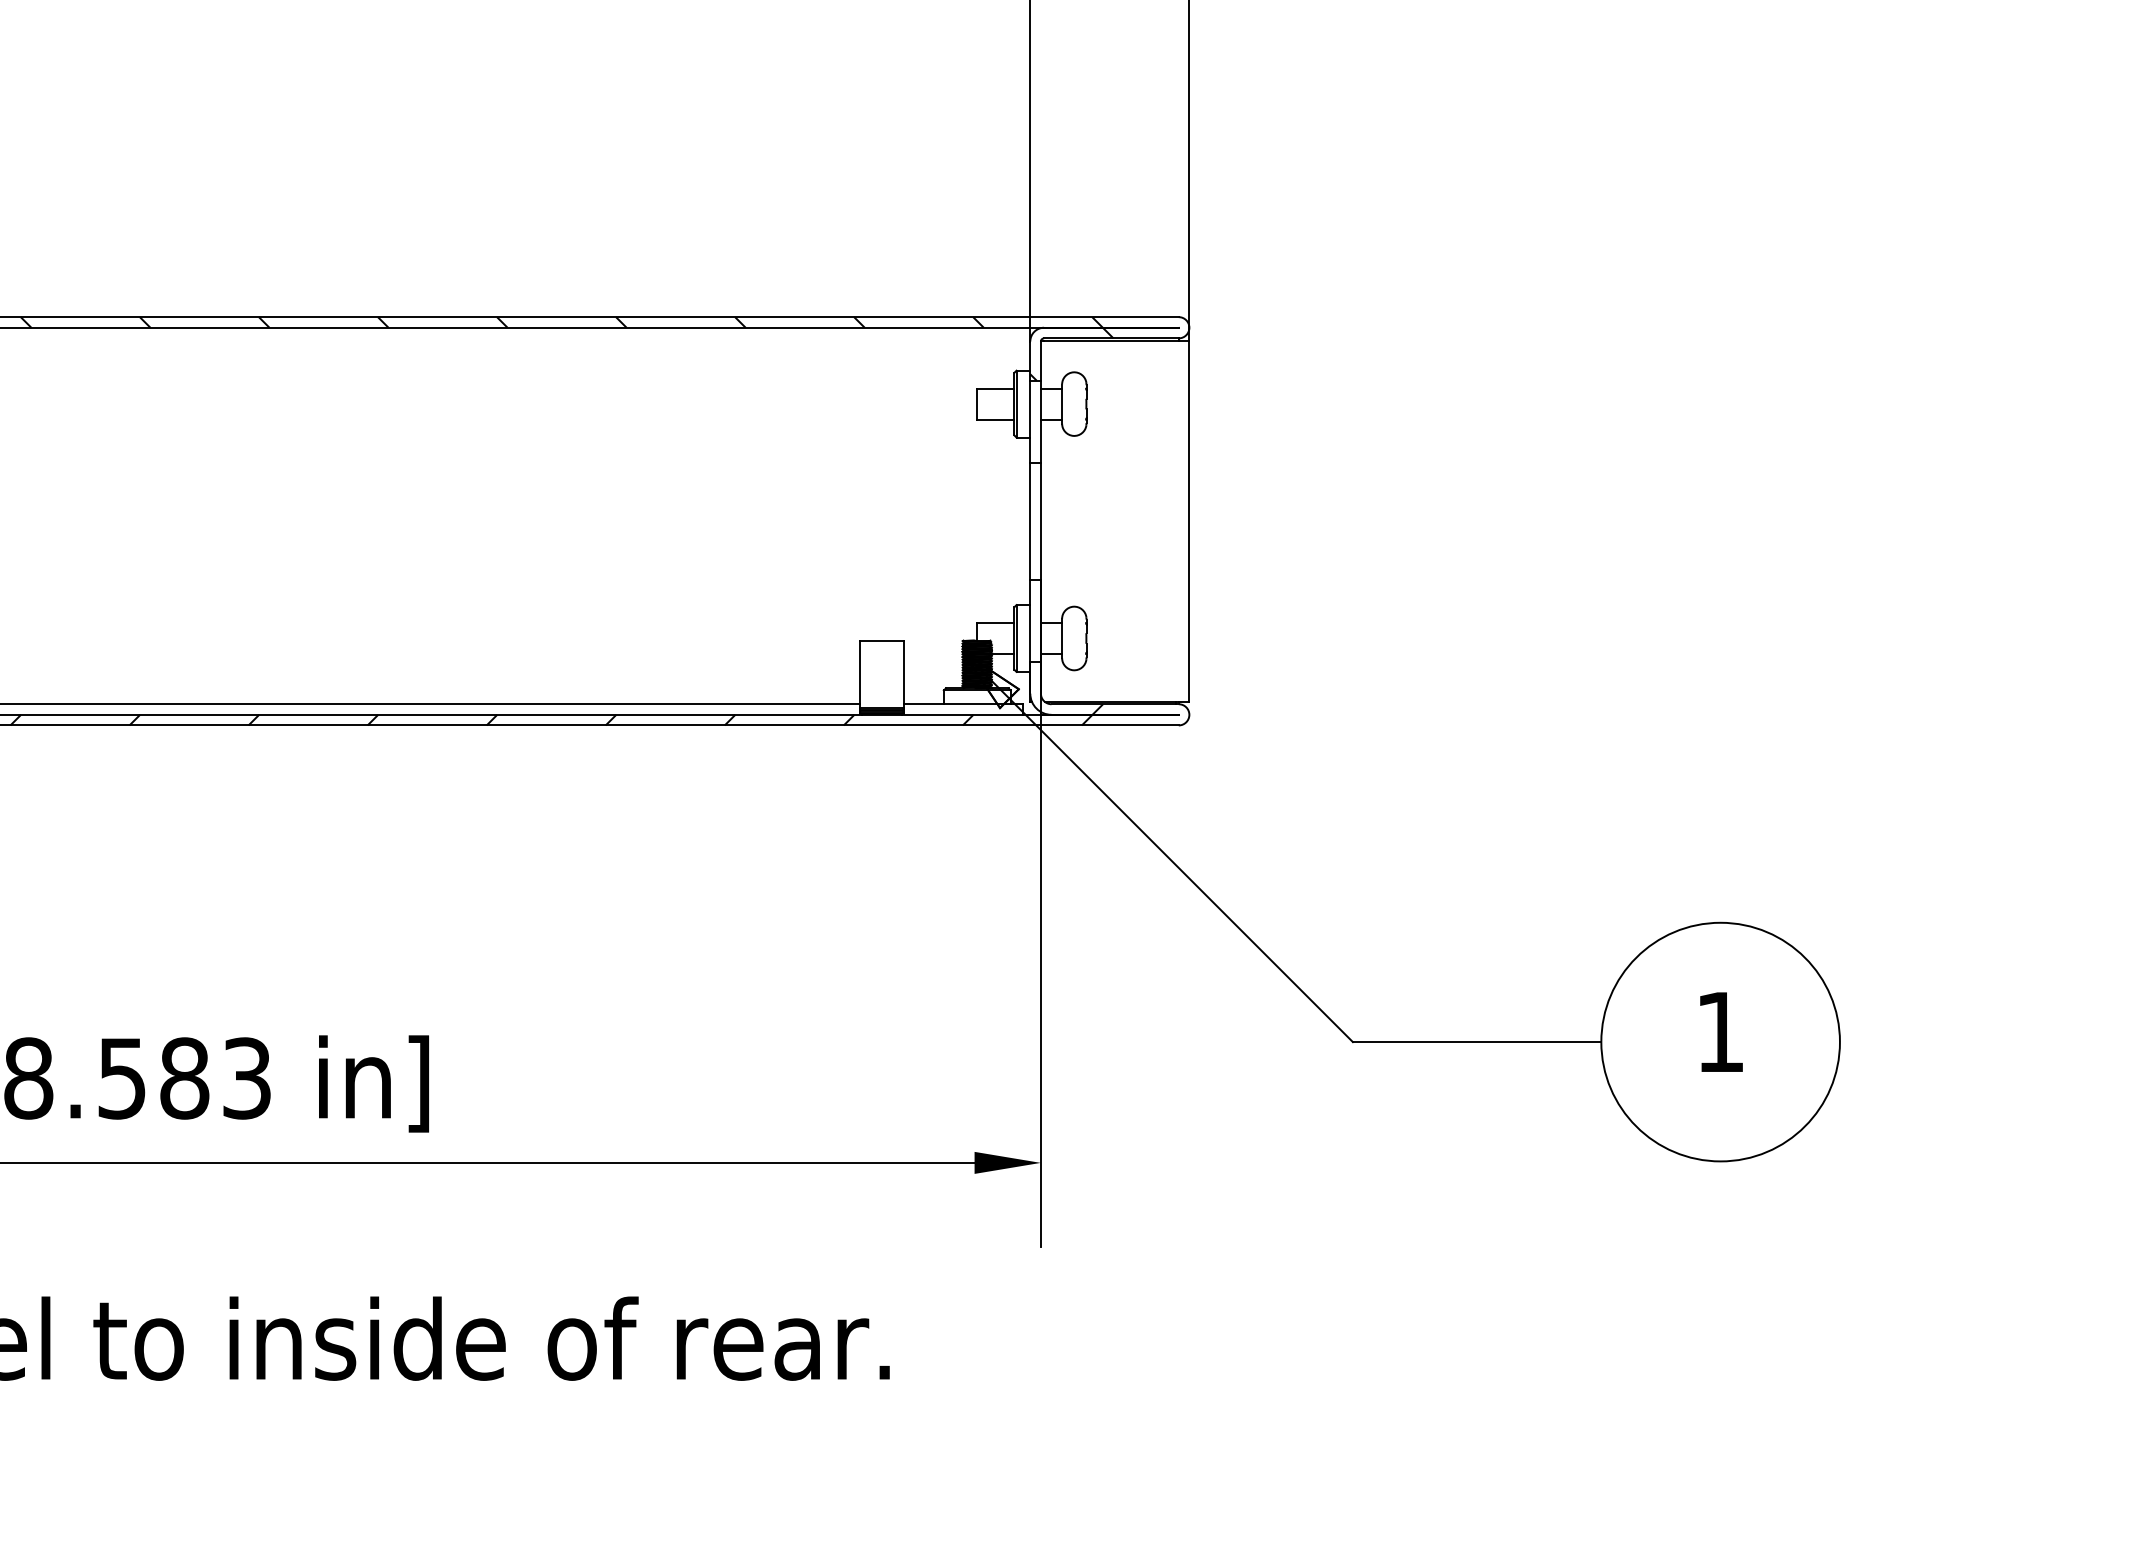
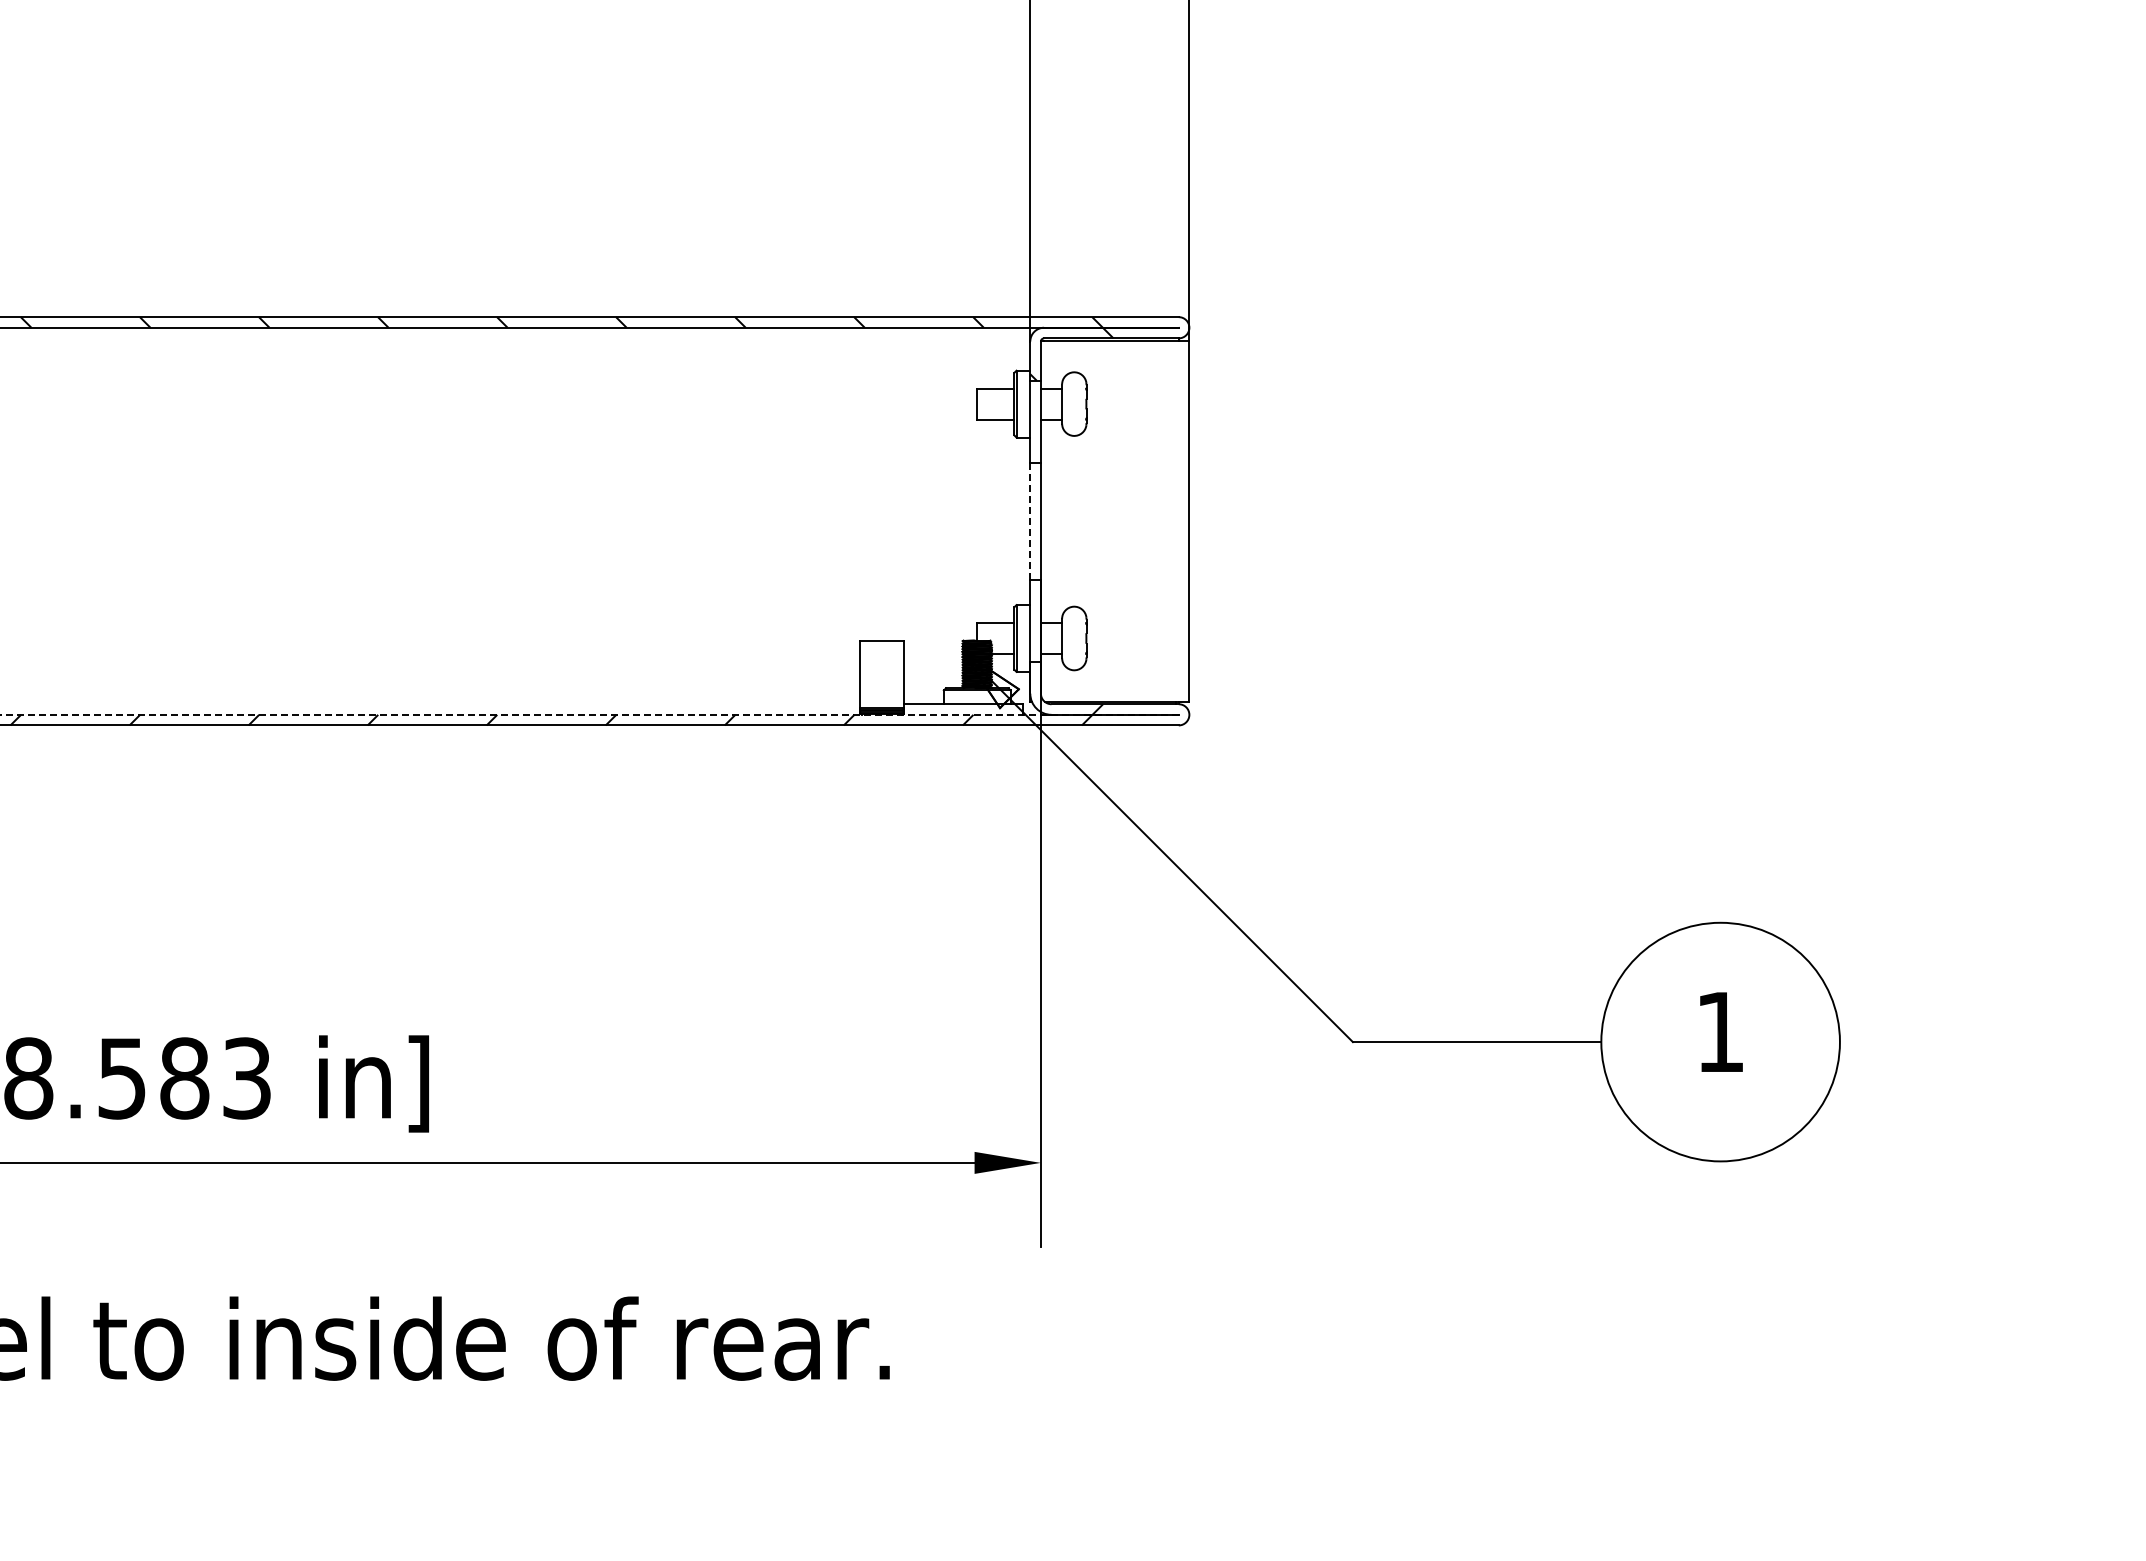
line at (1030, 520): solid -> dashed
line at (430, 704): present -> none
line at (589, 714): solid -> dashed
